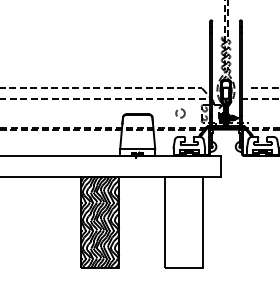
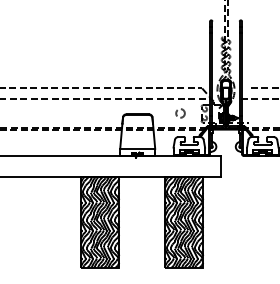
hatch at (183, 221): none -> present
